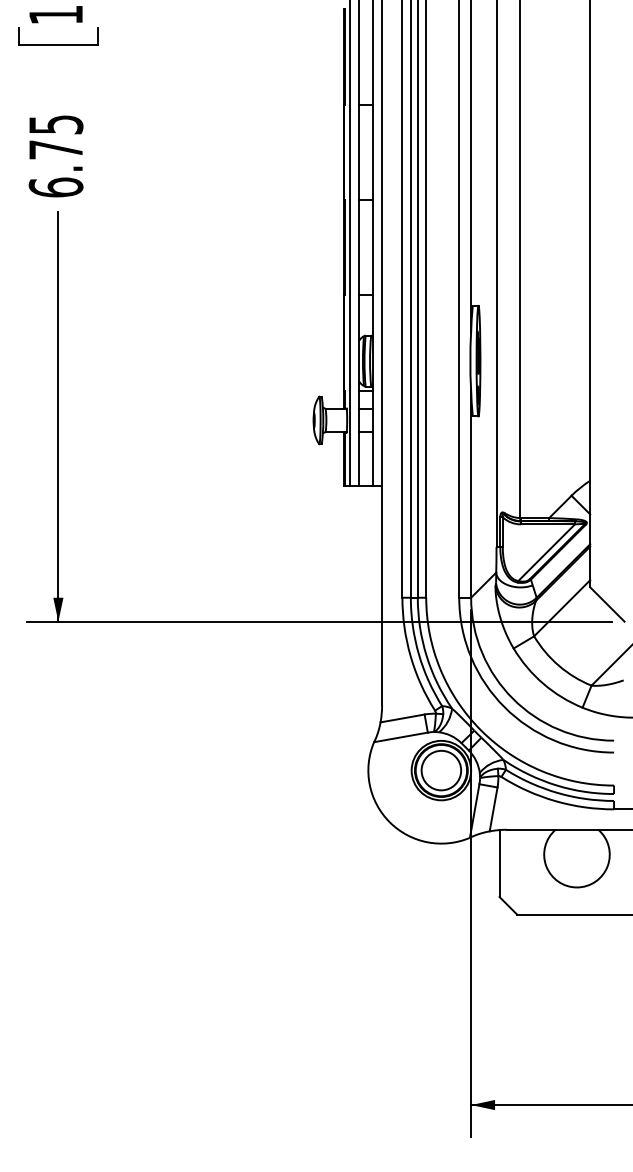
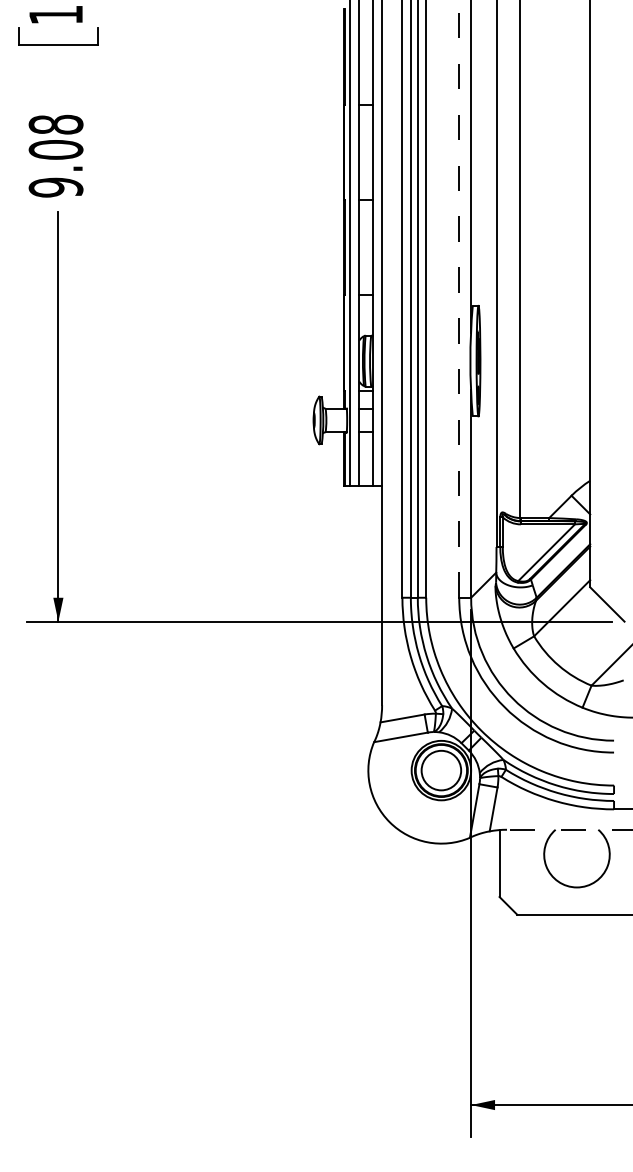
text at (55, 155): 6.75 -> 9.08
line at (459, 298): solid -> dashed
line at (569, 829): solid -> dashed
